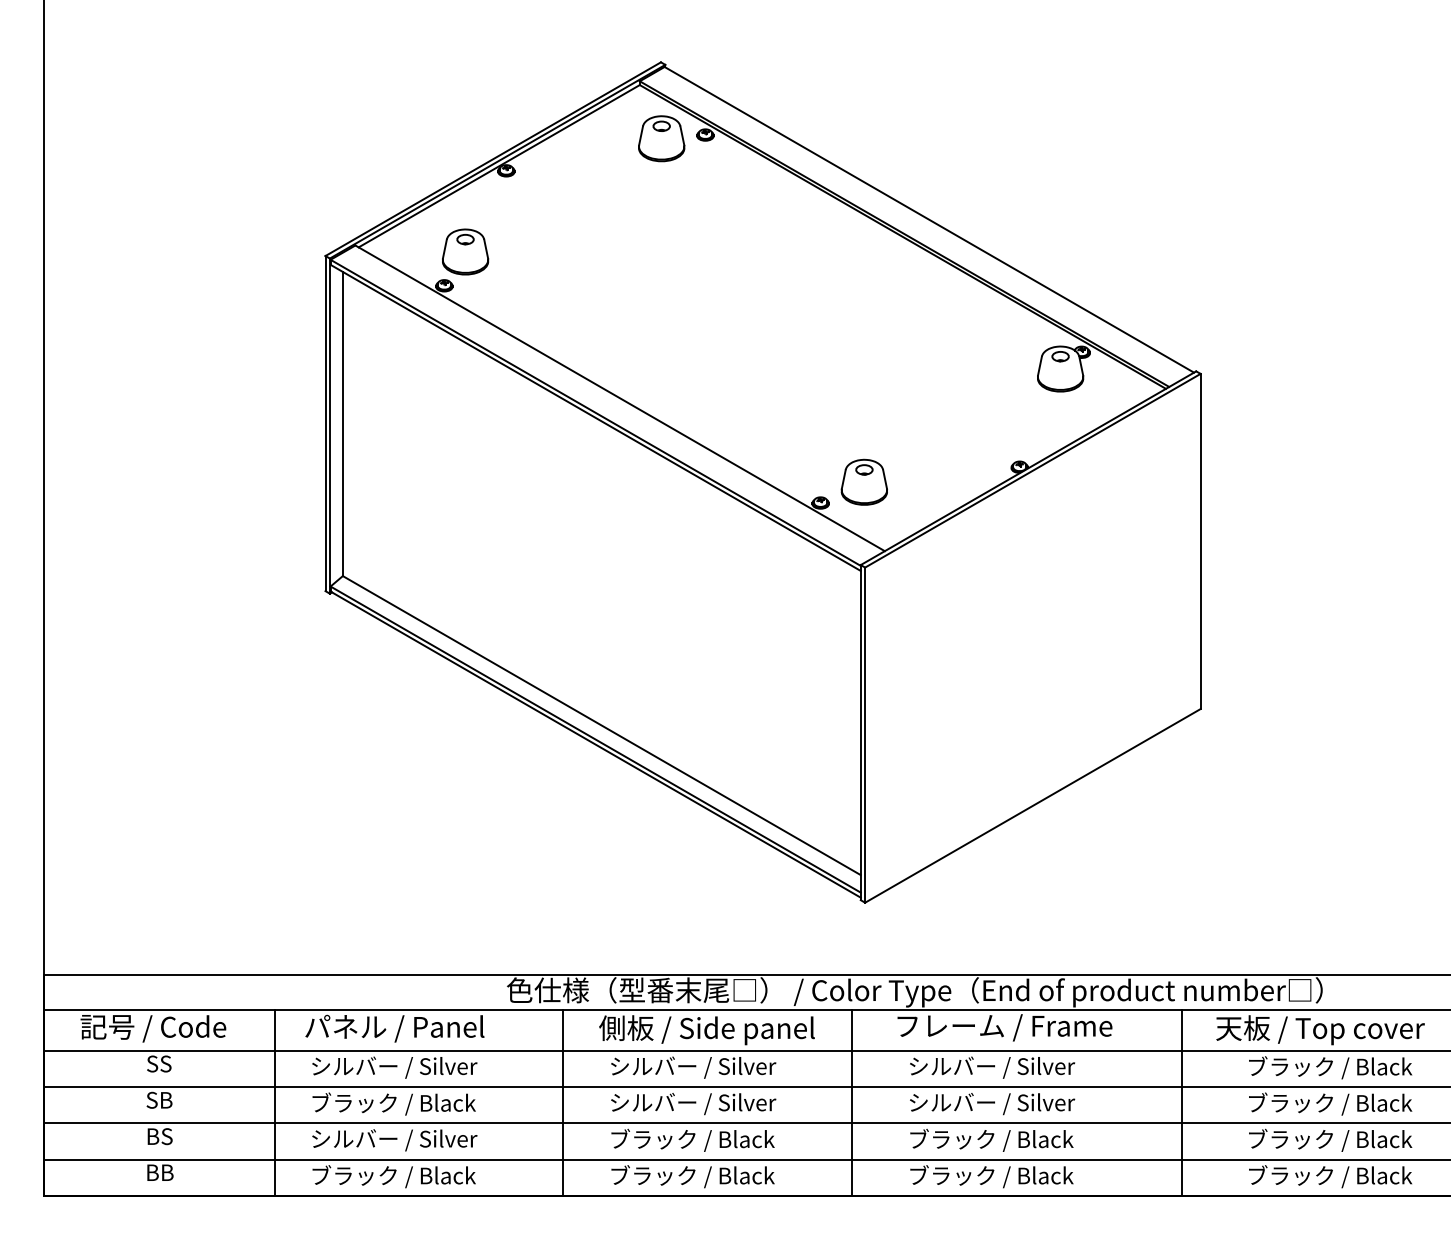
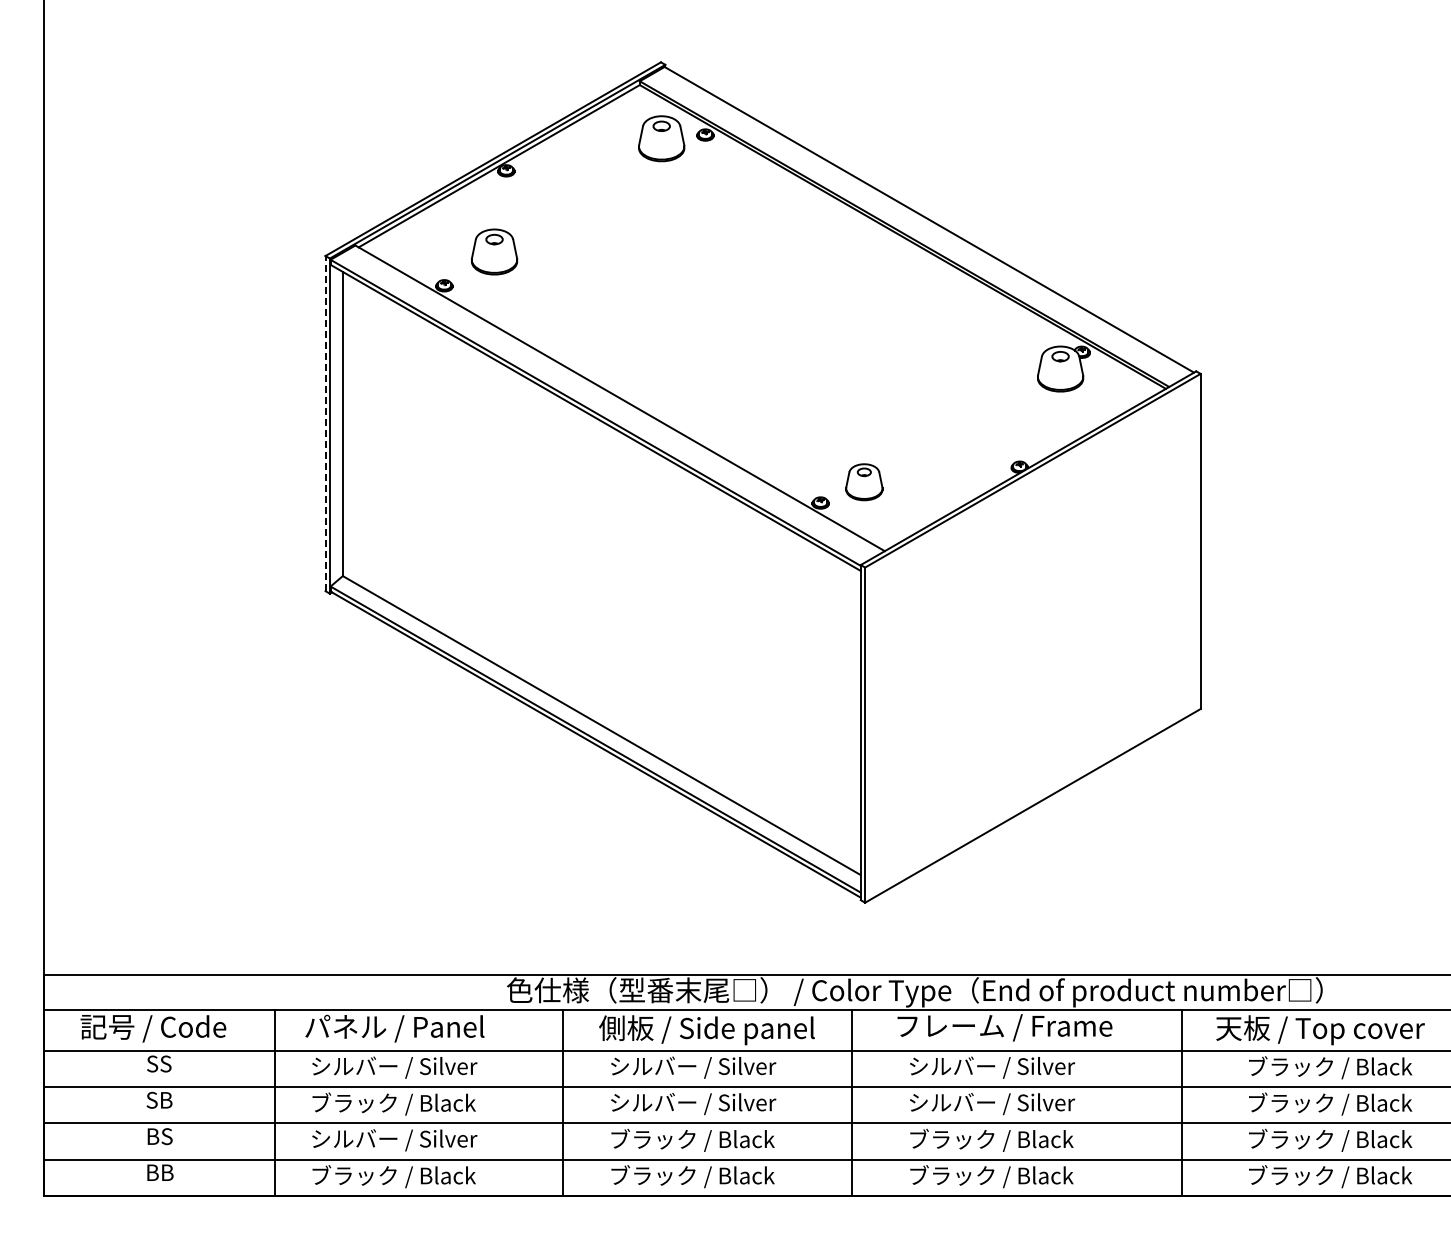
part at (465, 251) position: (465, 251) -> (494, 251)
line at (325, 423): solid -> dashed
part at (863, 481) size: 48x48 px -> 39x39 px
